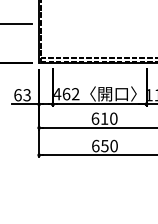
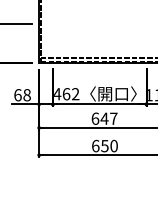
text at (26, 95): 63 -> 68
text at (108, 118): 610 -> 647
